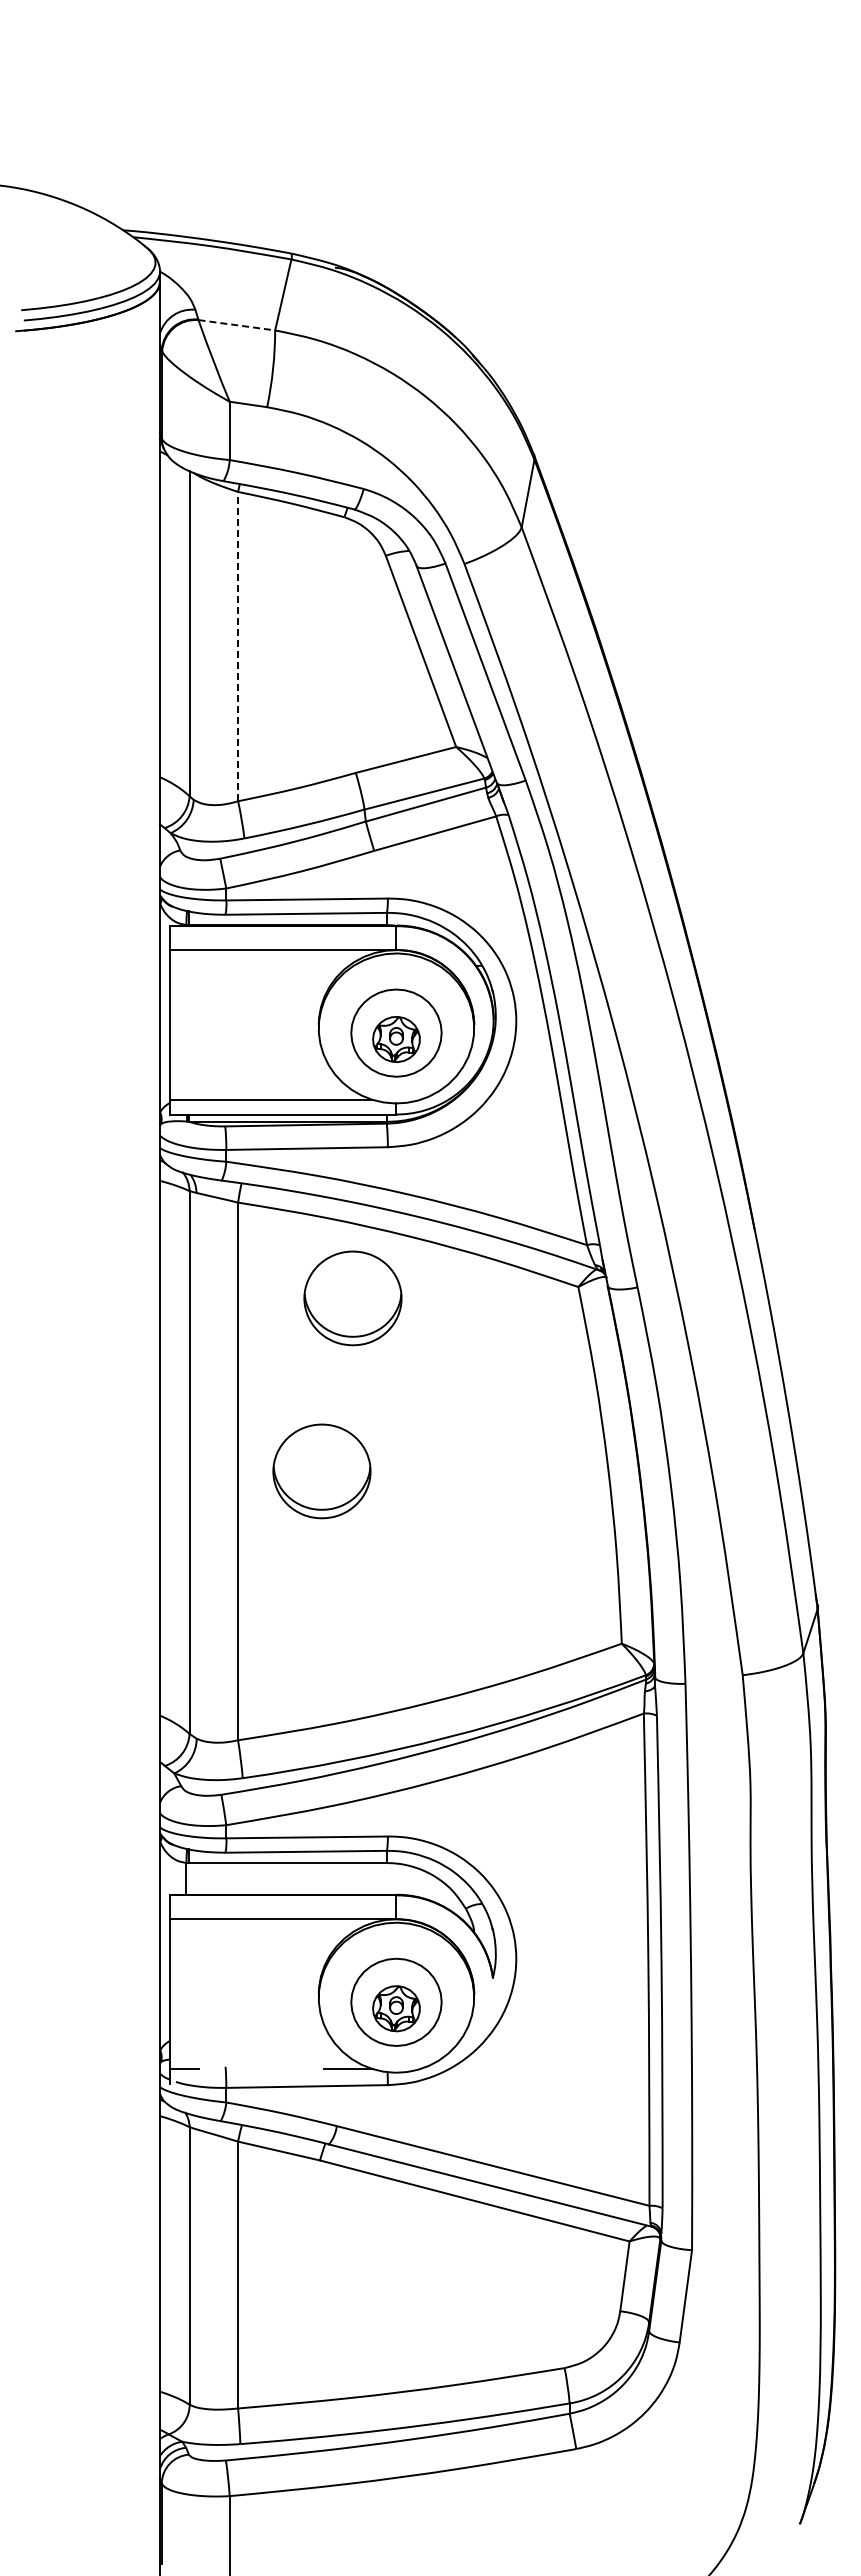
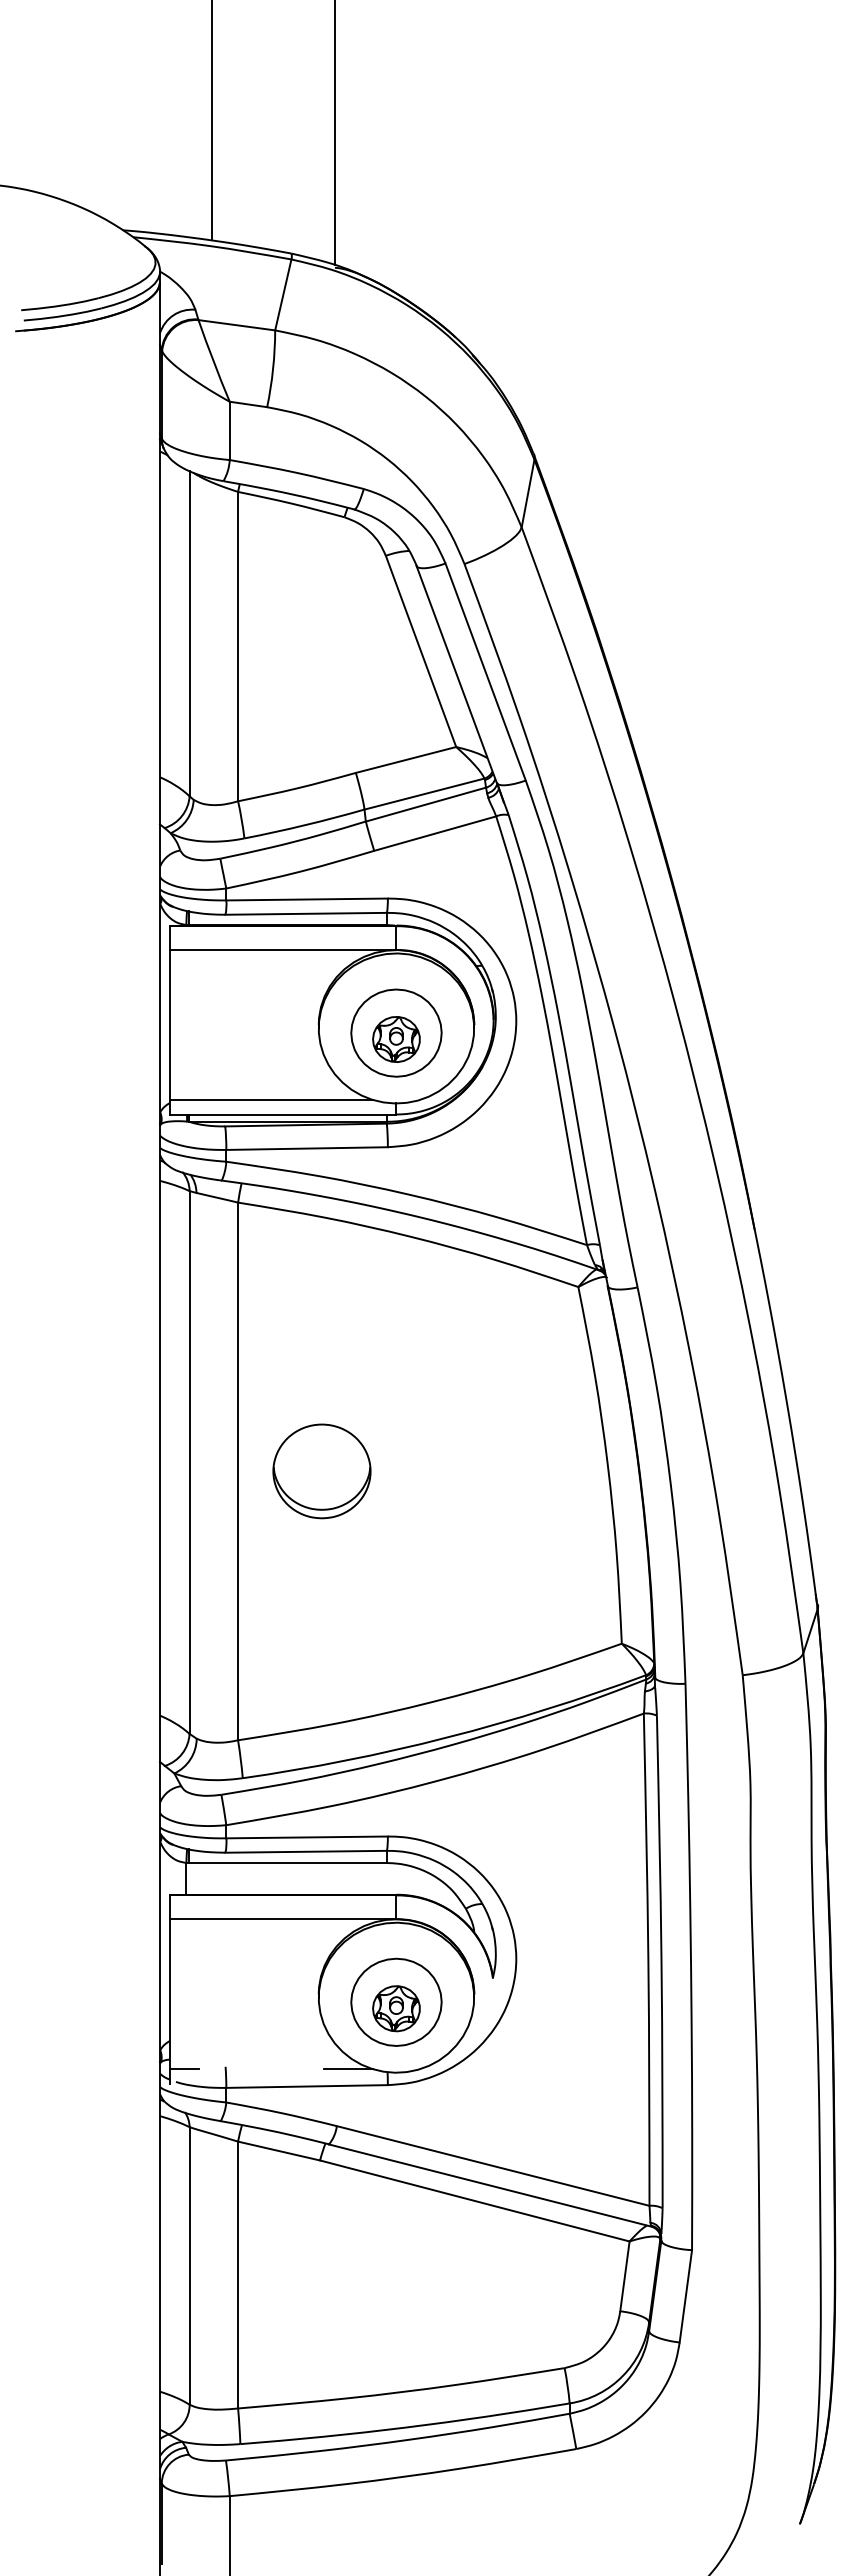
line at (211, 121): none -> present
line at (334, 133): none -> present
line at (236, 325): dashed -> solid
line at (238, 646): dashed -> solid
part at (352, 1298): present -> none
